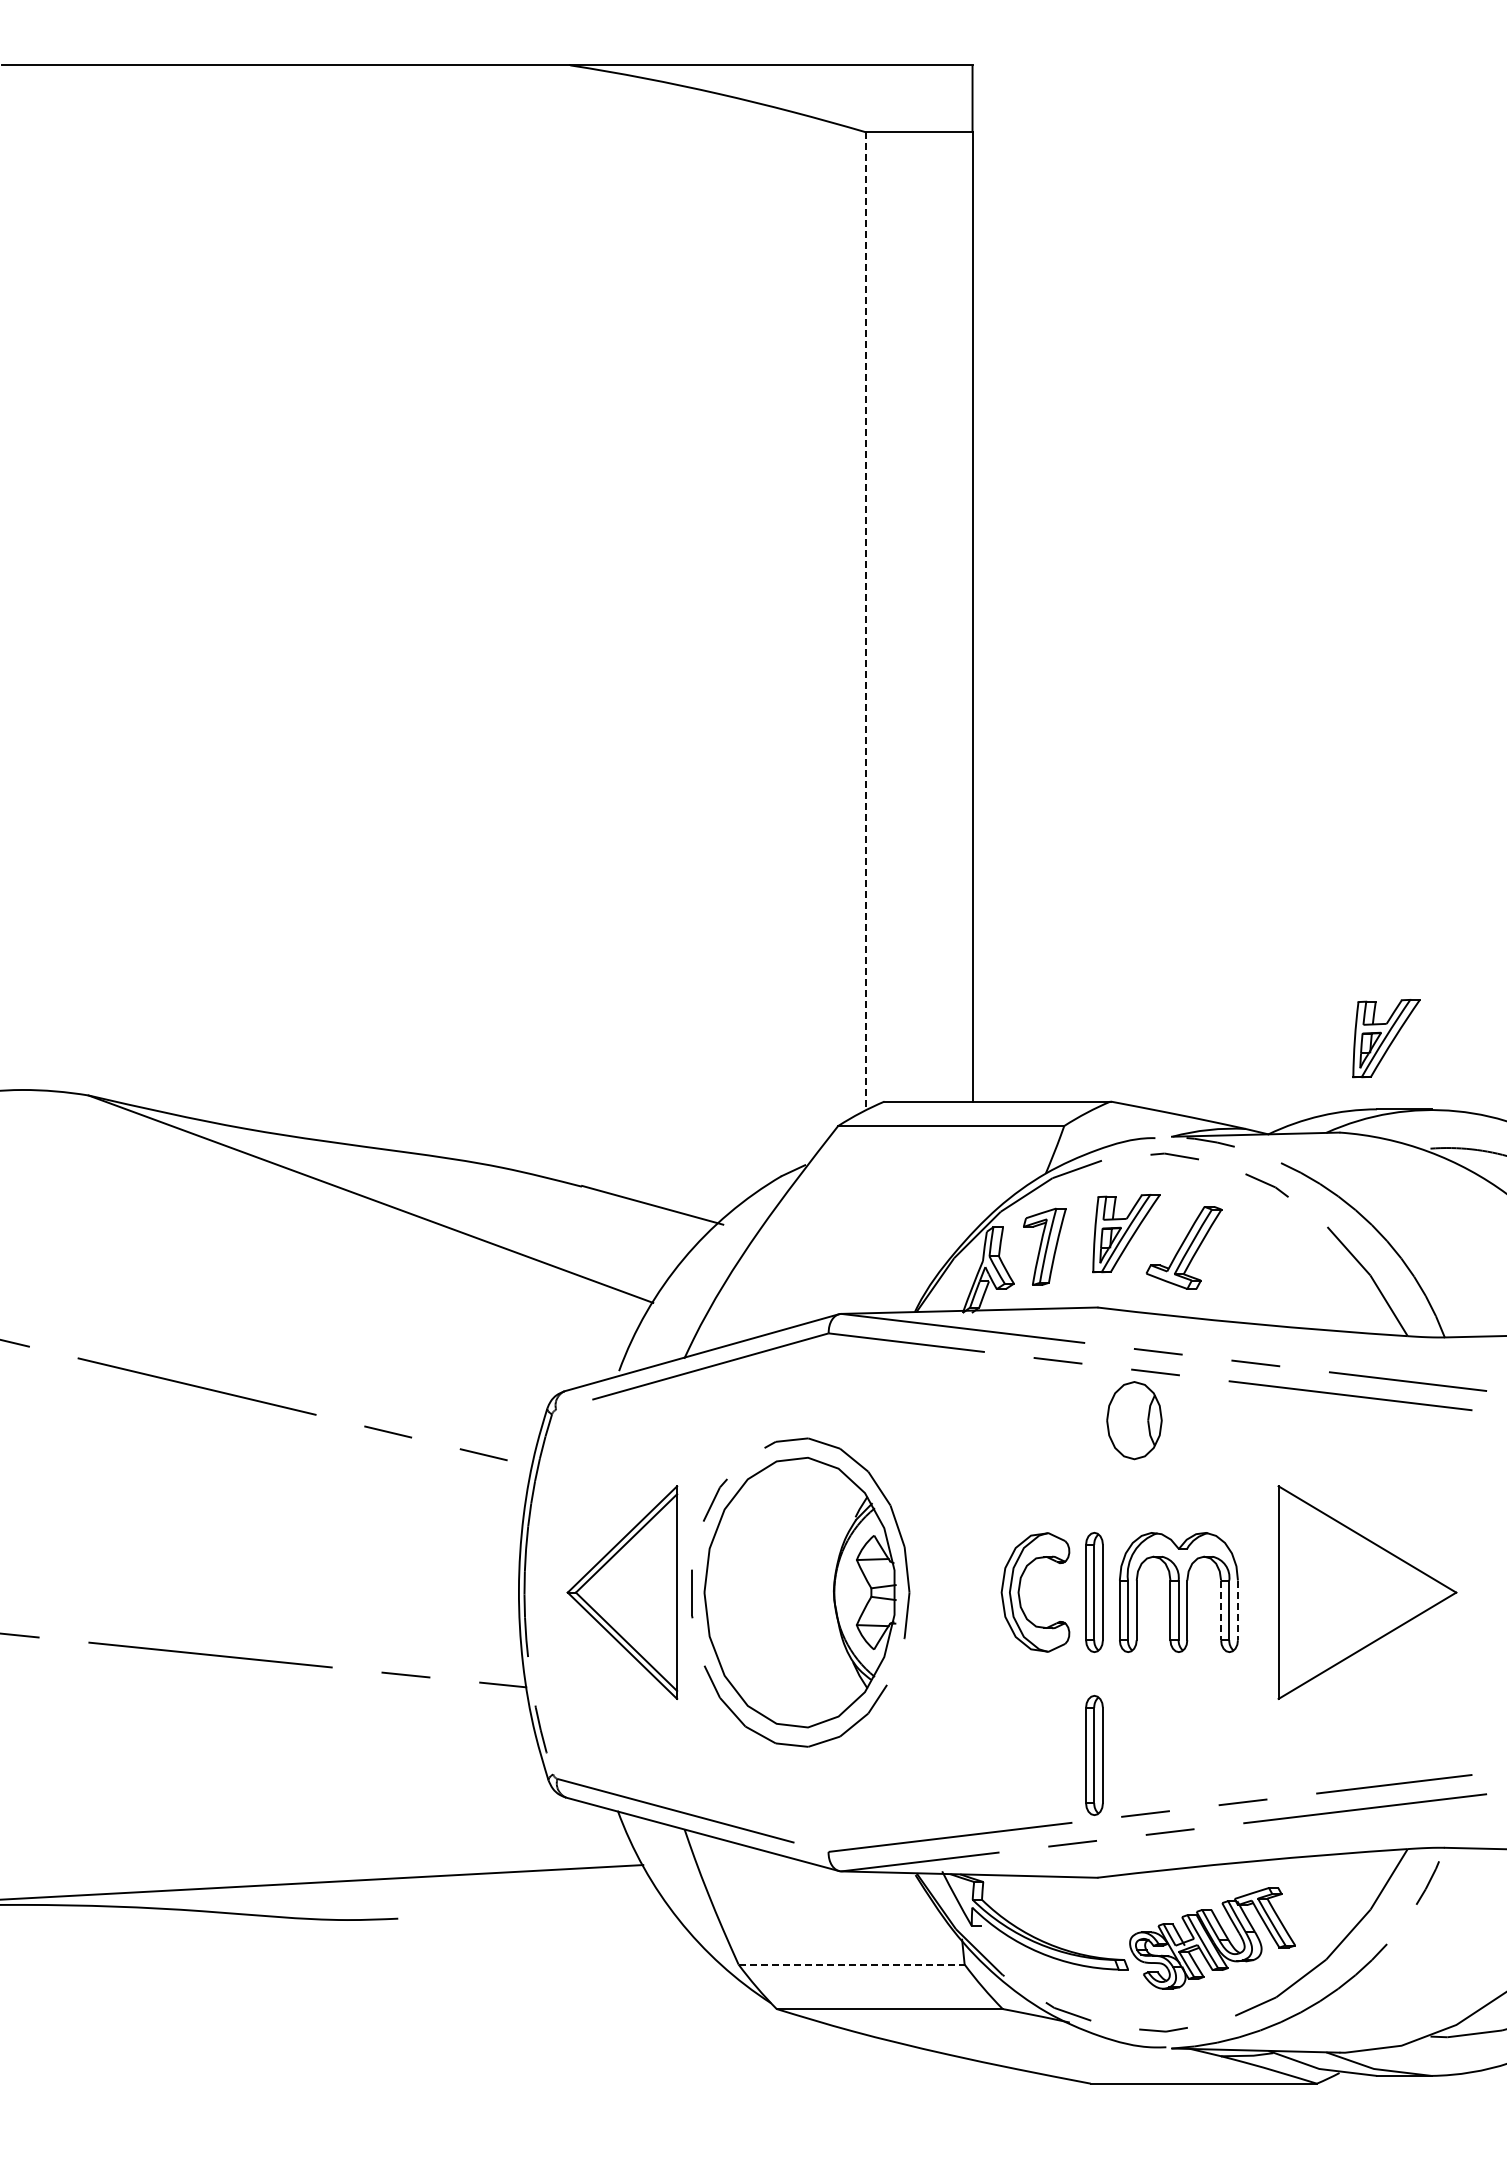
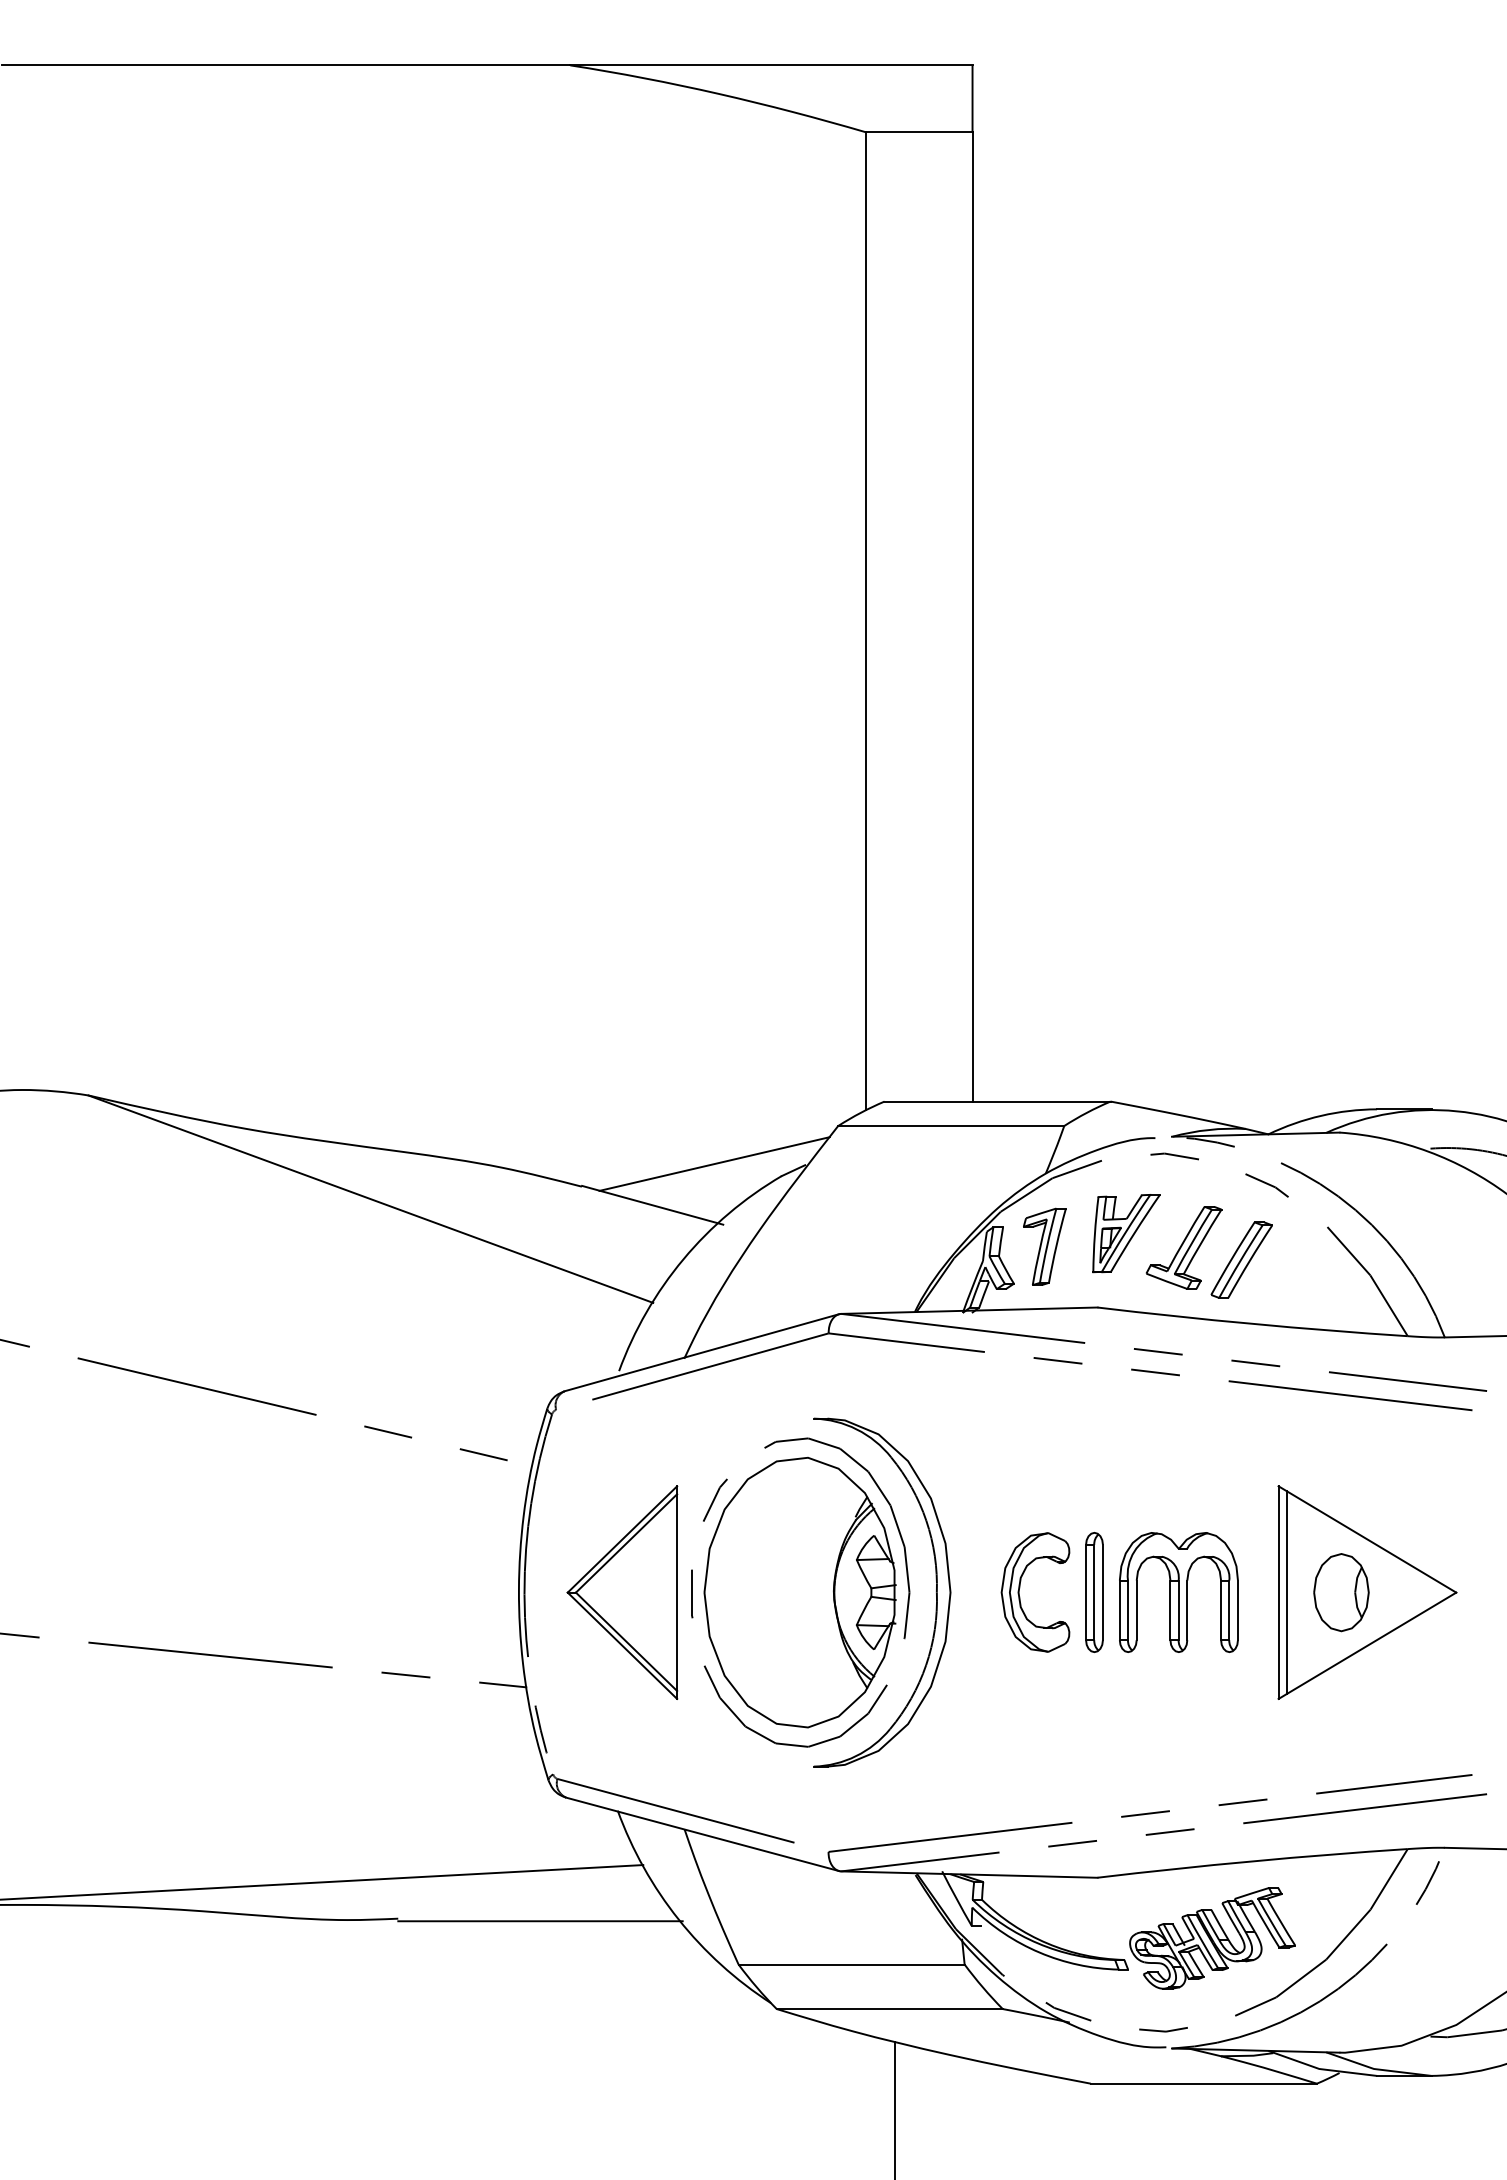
line at (866, 621): dashed -> solid
part at (1386, 1038): present -> none
line at (714, 1163): none -> present
part at (1241, 1259): none -> present
part at (1134, 1420) position: (1134, 1420) -> (1341, 1592)
part at (936, 1592): none -> present
line at (1286, 1592): none -> present
line at (1221, 1610): dashed -> solid
line at (1237, 1610): dashed -> solid
part at (1094, 1755): present -> none
line at (540, 1921): none -> present
line at (852, 1964): dashed -> solid
line at (895, 2108): none -> present
